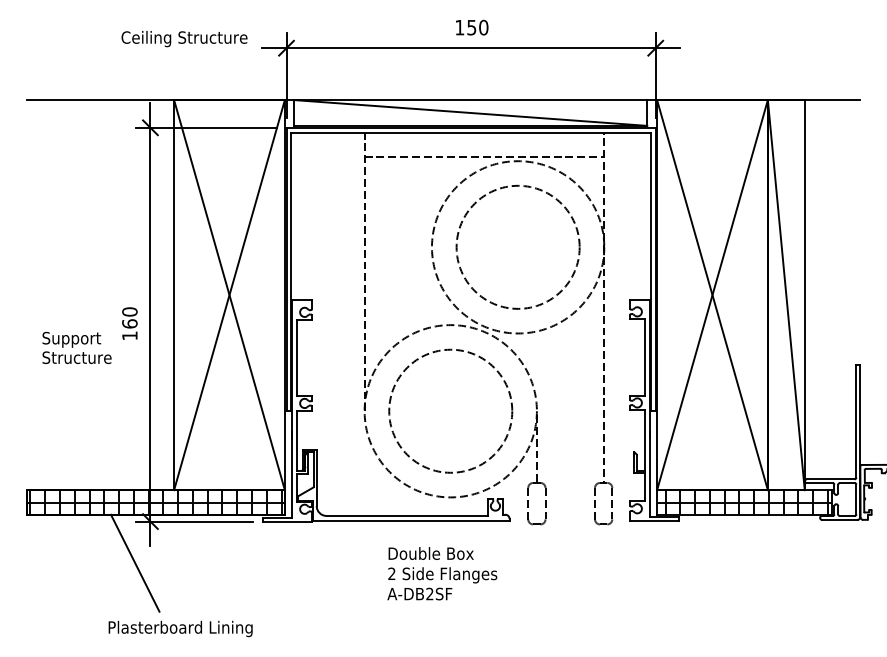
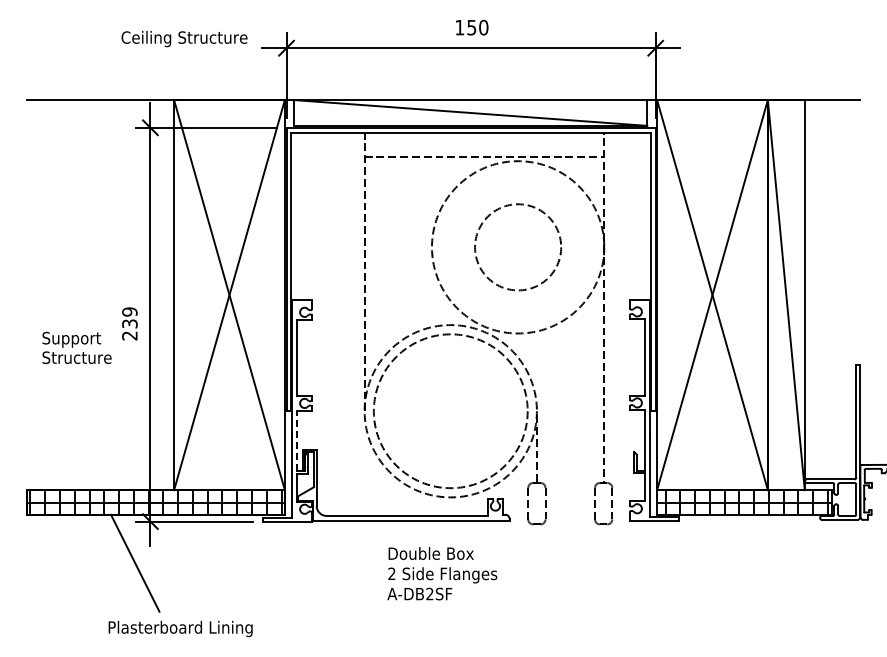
circle at (517, 246) diameter: 123 px -> 86 px
text at (129, 323): 160 -> 239
circle at (450, 410) diameter: 123 px -> 154 px
line at (297, 440): solid -> dashed
